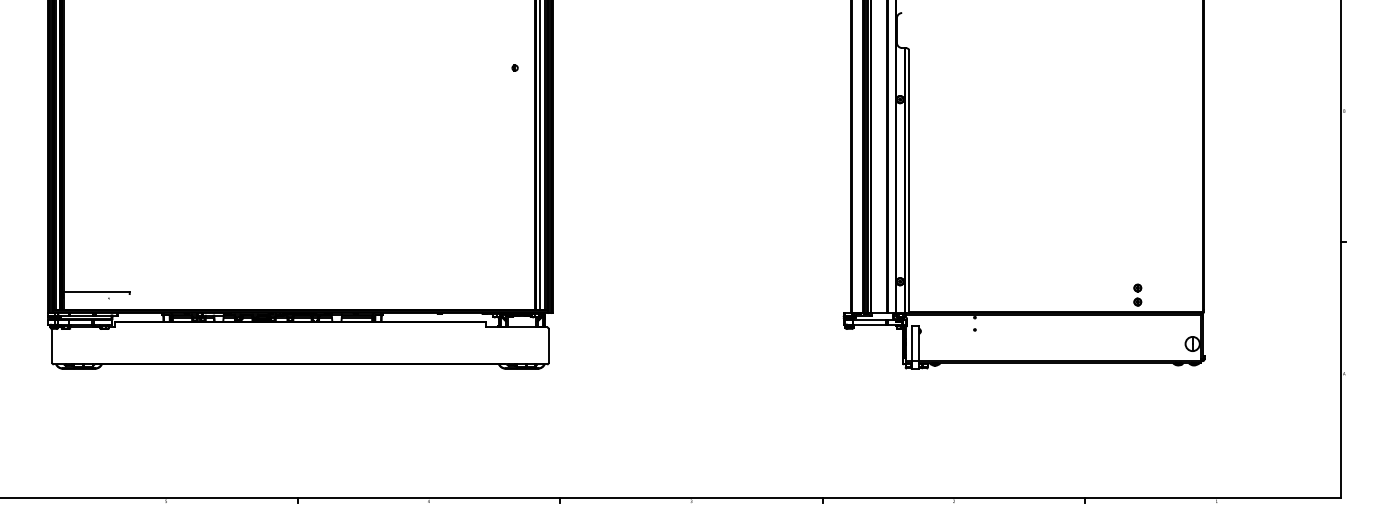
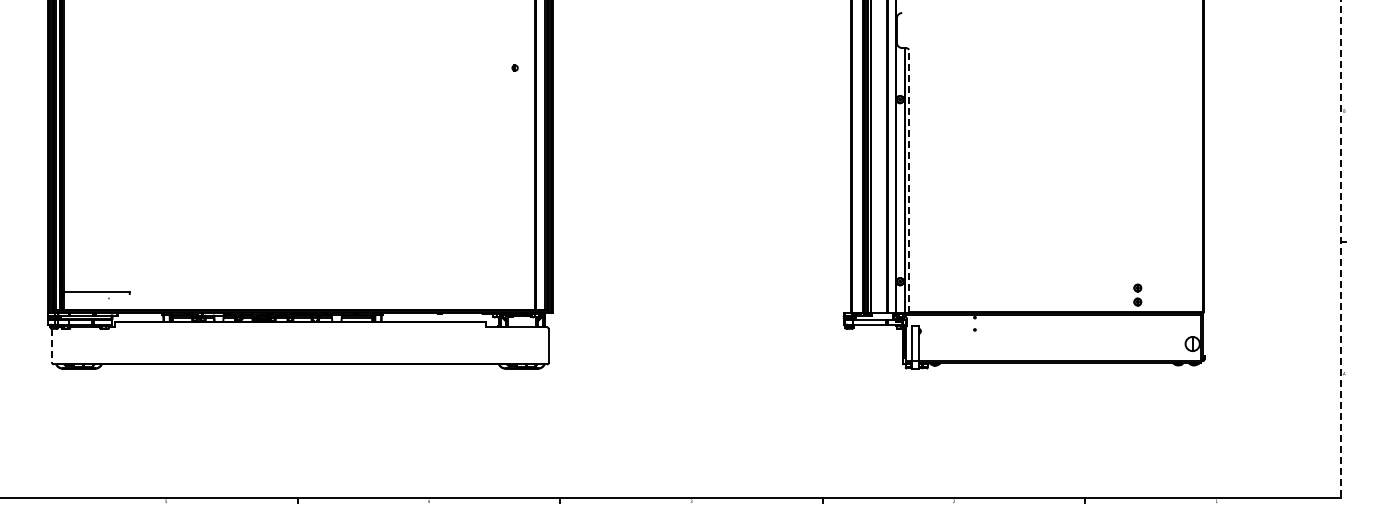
line at (540, 155): present -> none
line at (909, 181): solid -> dashed
line at (1341, 249): solid -> dashed
line at (52, 345): solid -> dashed
